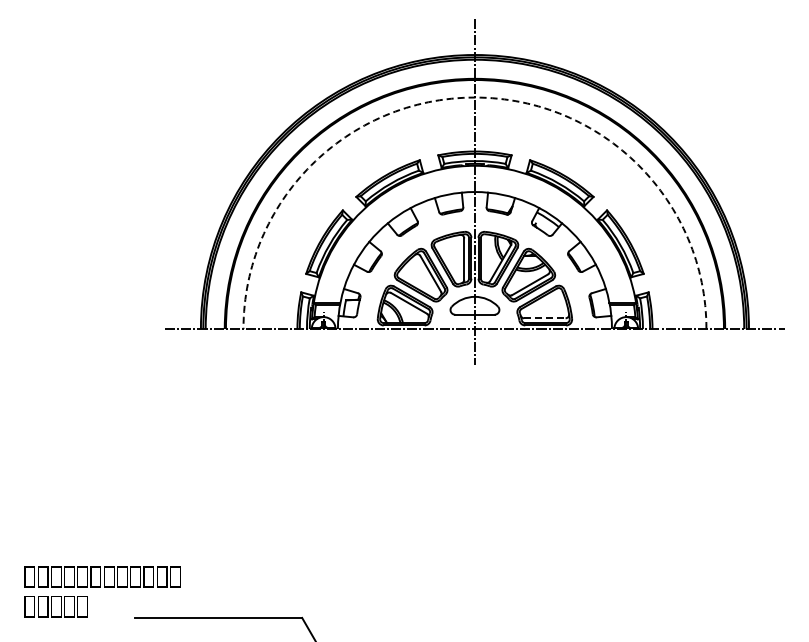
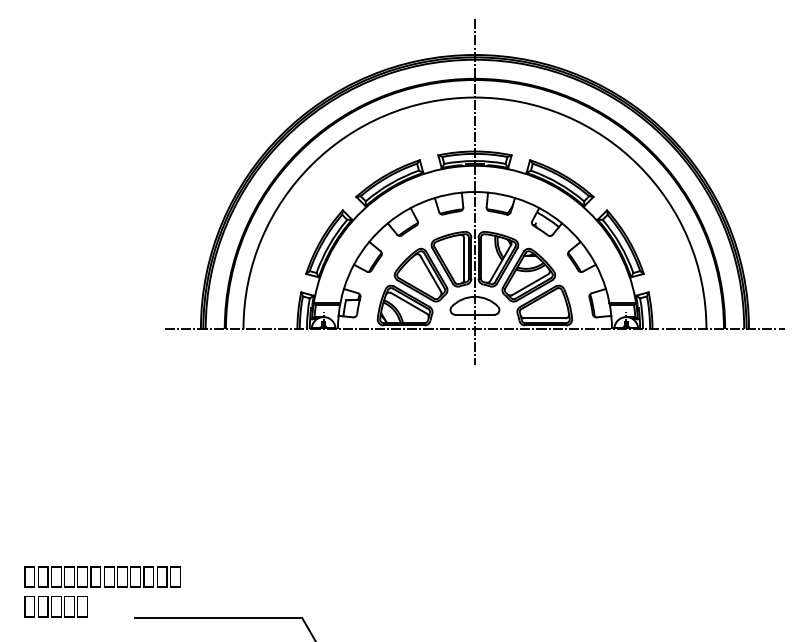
arc at (474, 97): dashed -> solid
line at (544, 318): dashed -> solid
